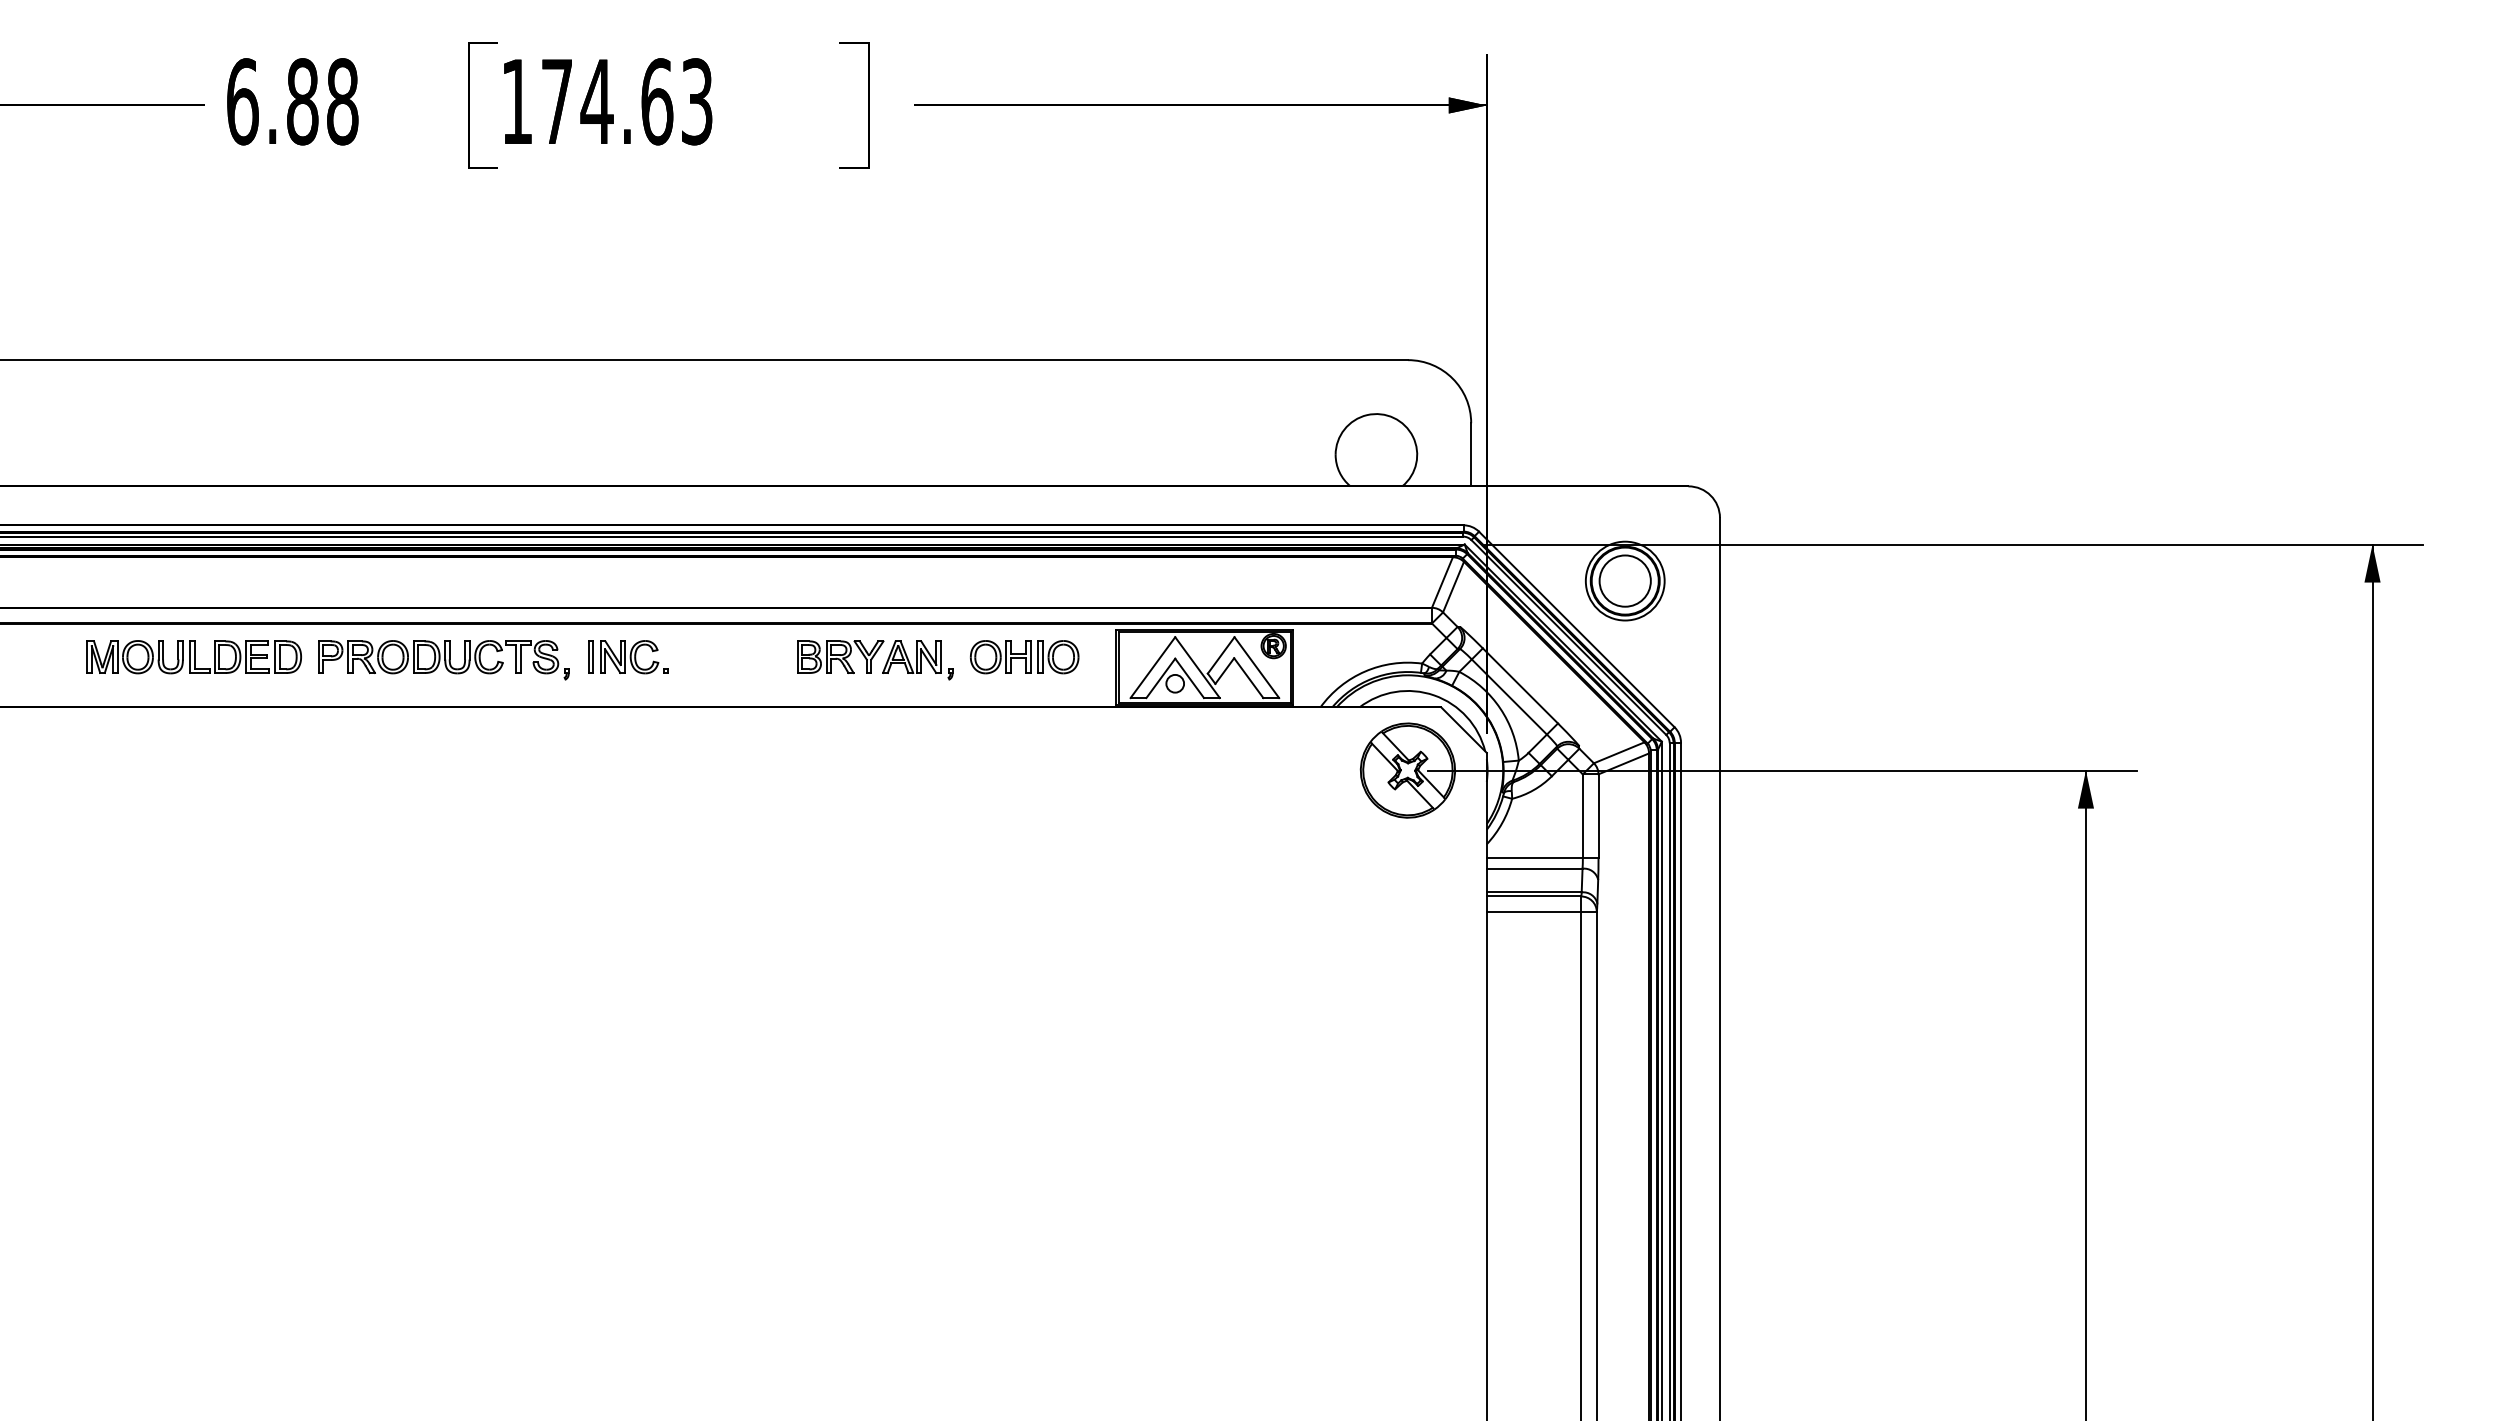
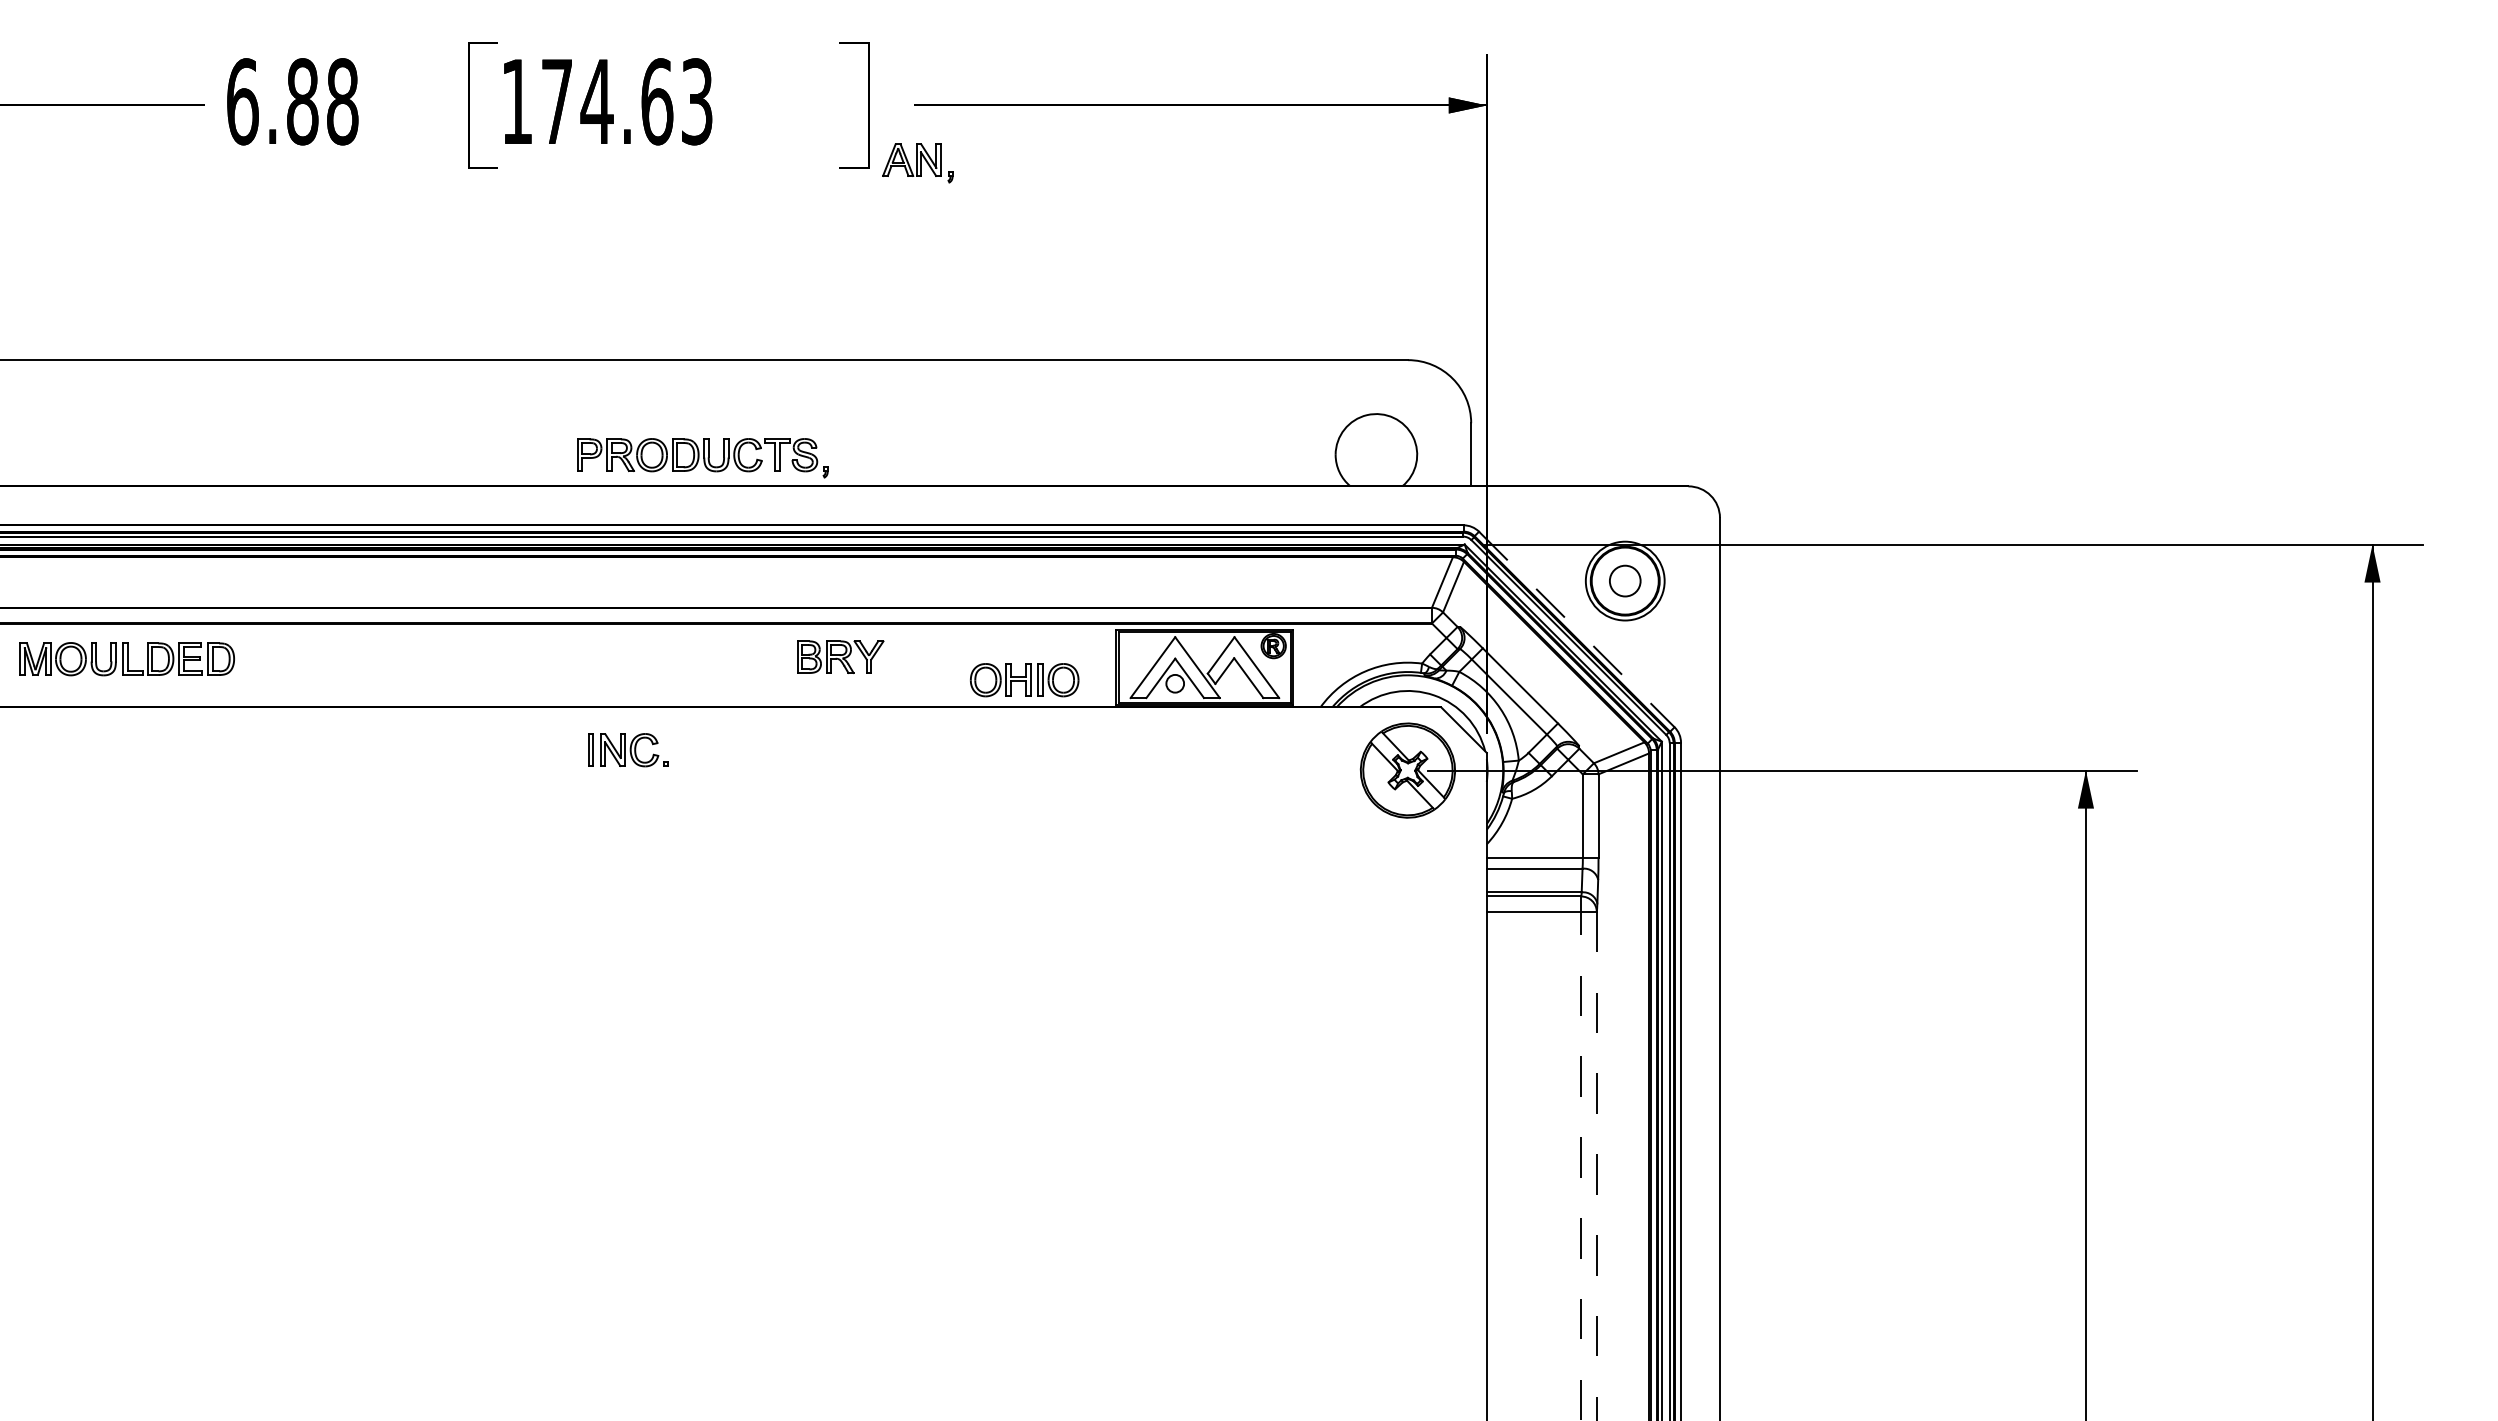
circle at (1624, 580) diameter: 51 px -> 31 px
line at (1577, 629): solid -> dashed
part at (193, 657) position: (193, 657) -> (126, 659)
part at (628, 657) position: (628, 657) -> (628, 750)
part at (1024, 657) position: (1024, 657) -> (1024, 680)
part at (443, 660) position: (443, 660) -> (702, 458)
part at (917, 660) position: (917, 660) -> (917, 163)
line at (1581, 1165): solid -> dashed
line at (1596, 1166): solid -> dashed
